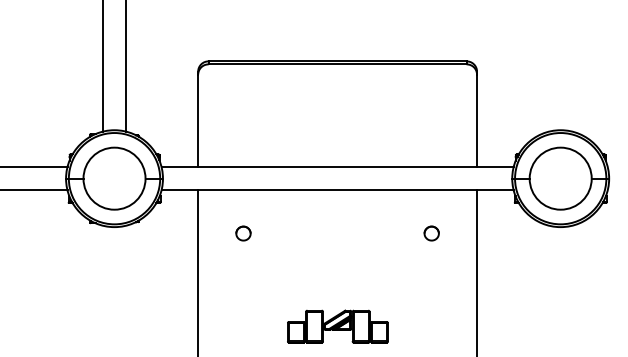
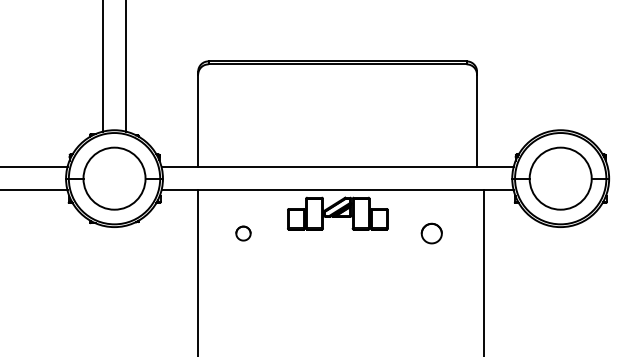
part at (431, 233) size: 17x17 px -> 23x23 px
line at (477, 271) position: (477, 271) -> (484, 271)
part at (337, 326) position: (337, 326) -> (337, 213)
